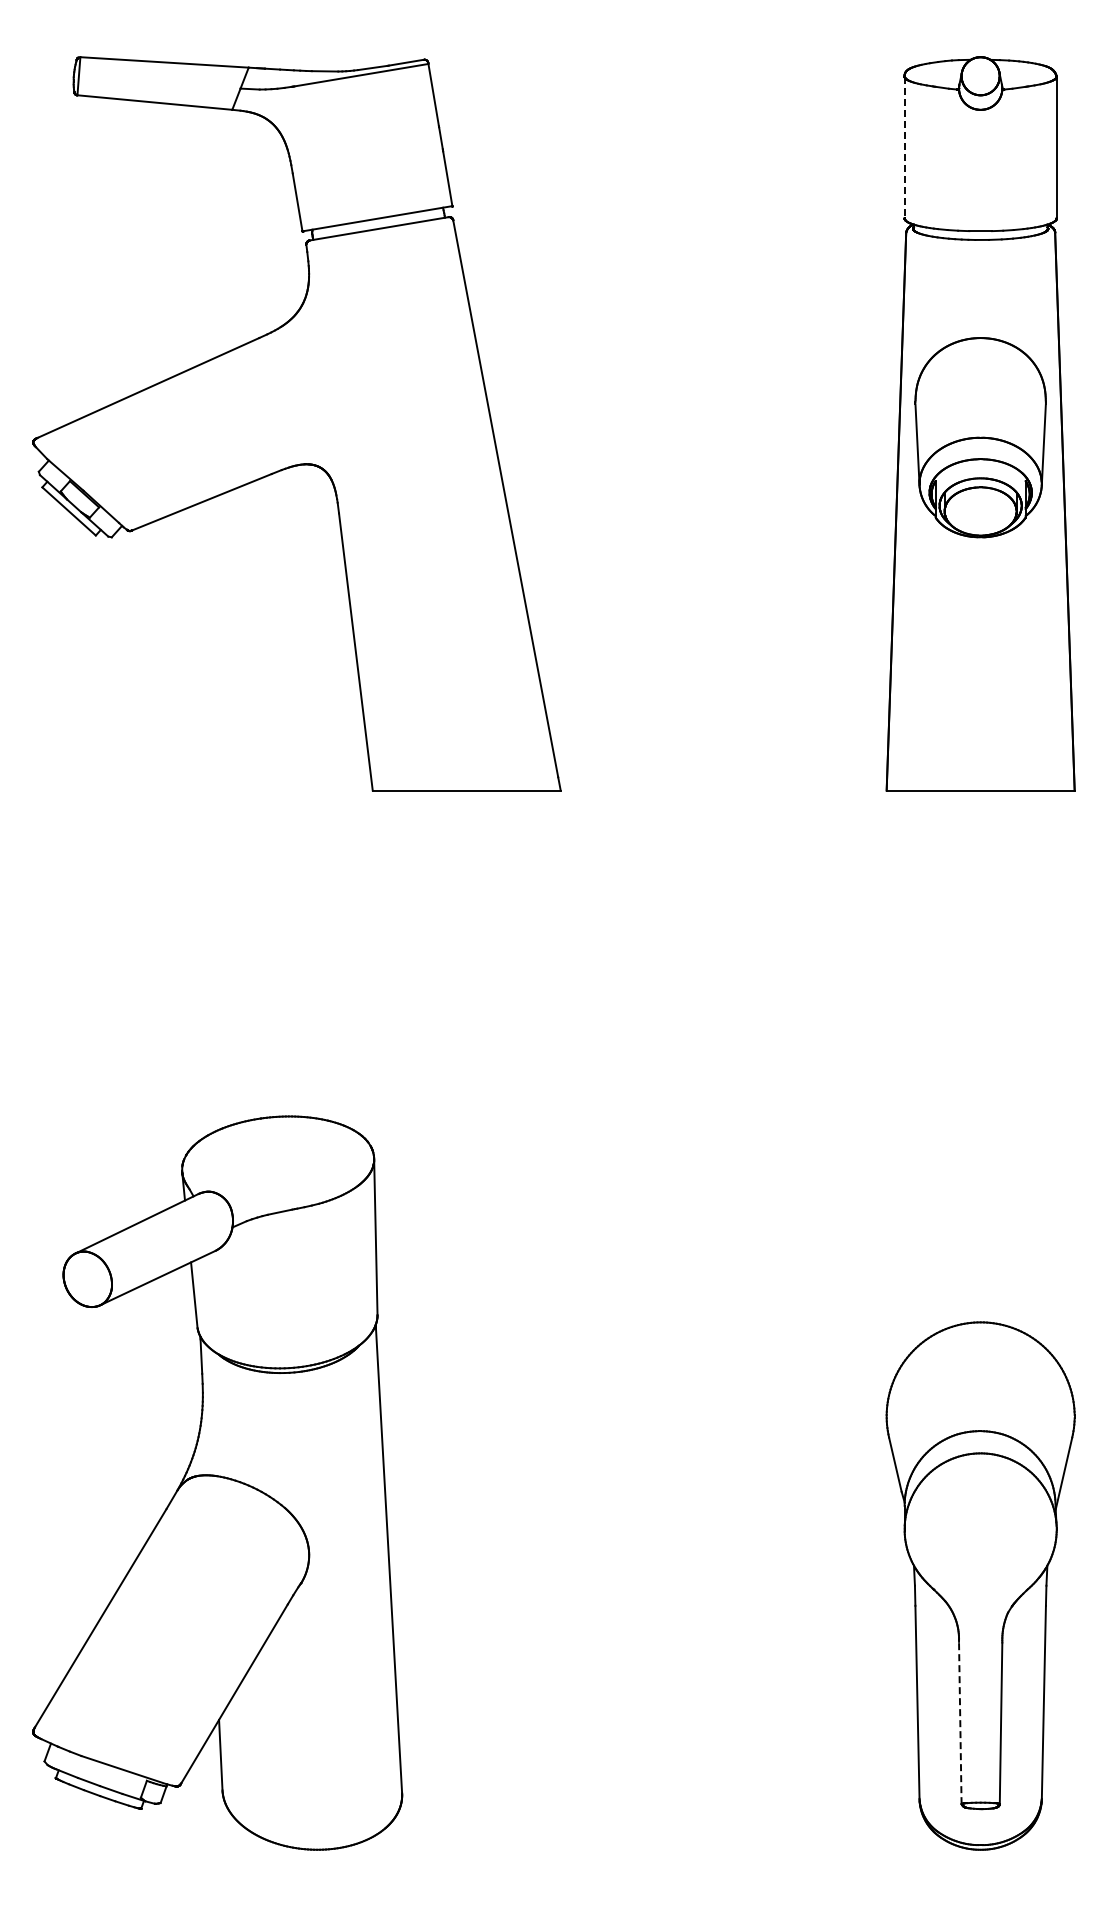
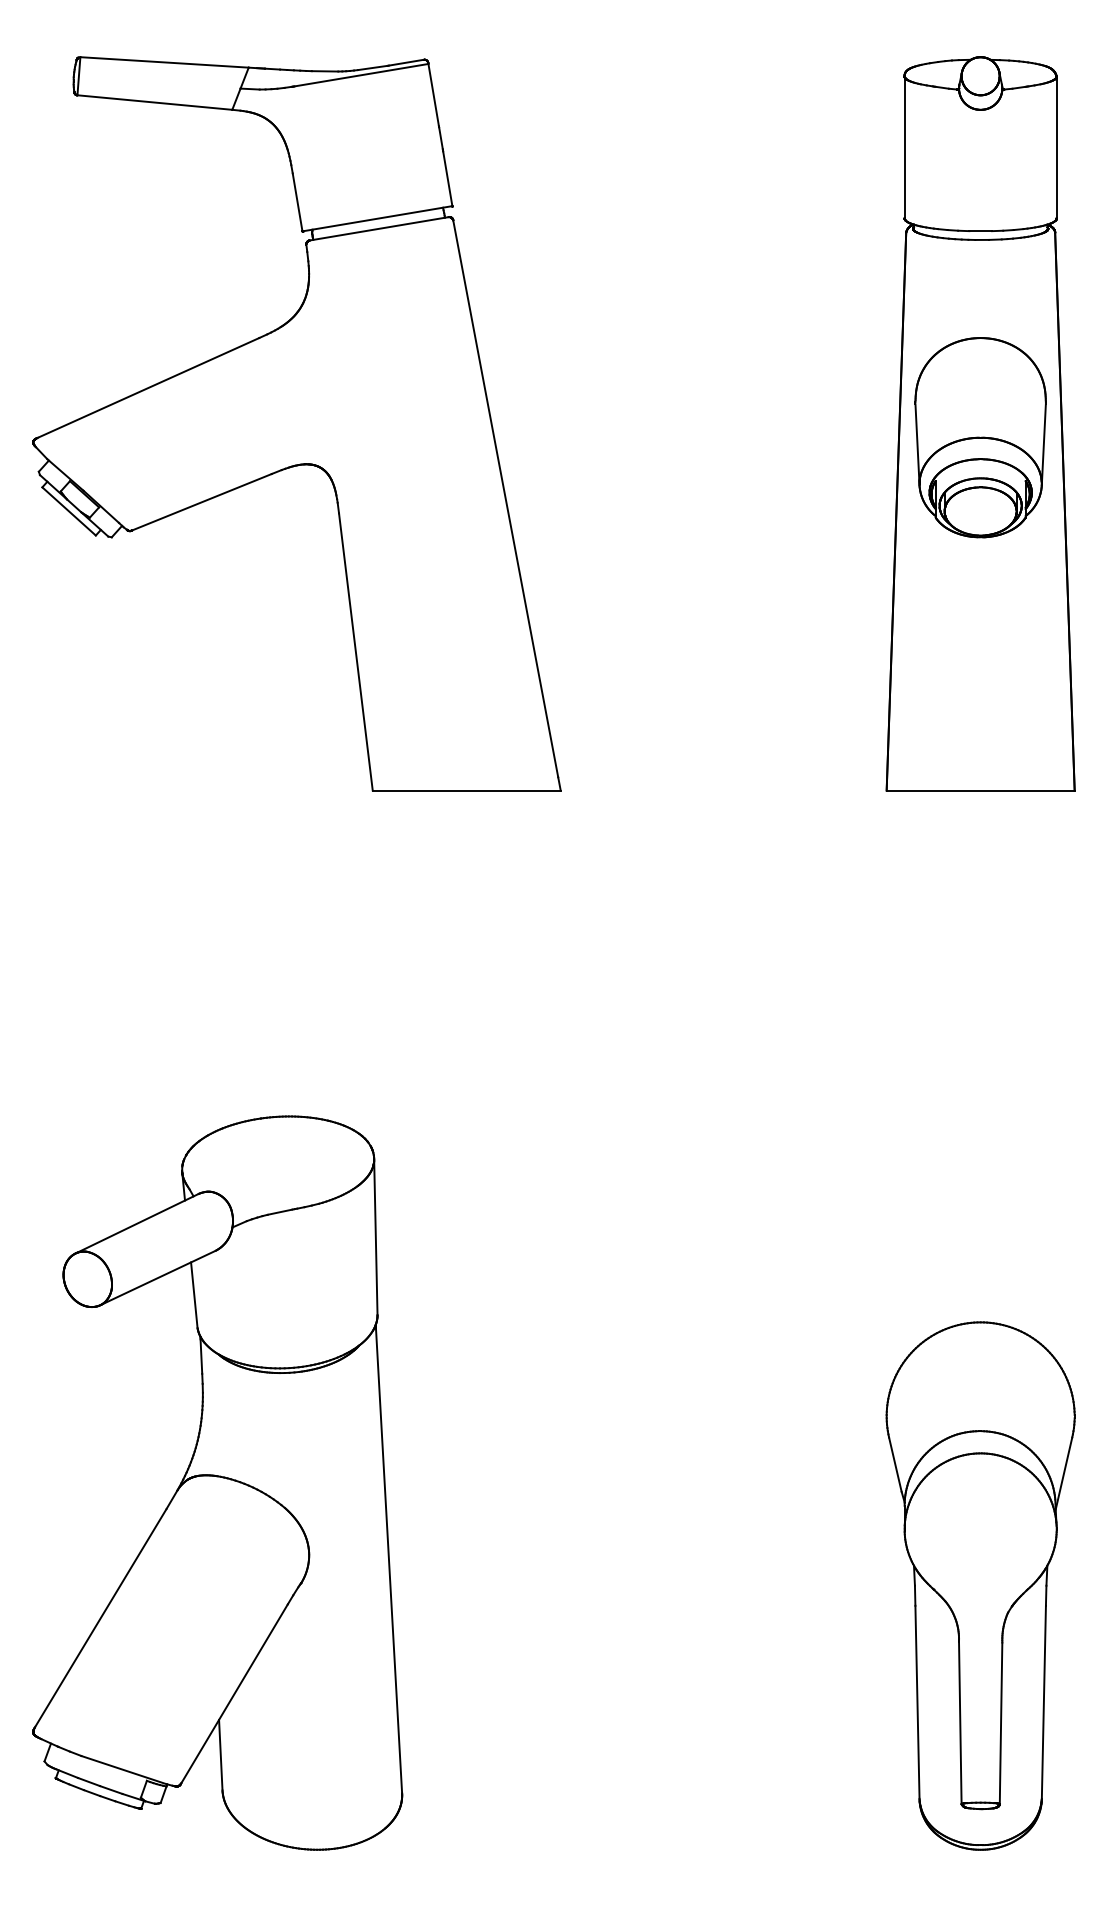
line at (904, 147): dashed -> solid
line at (960, 1722): dashed -> solid
